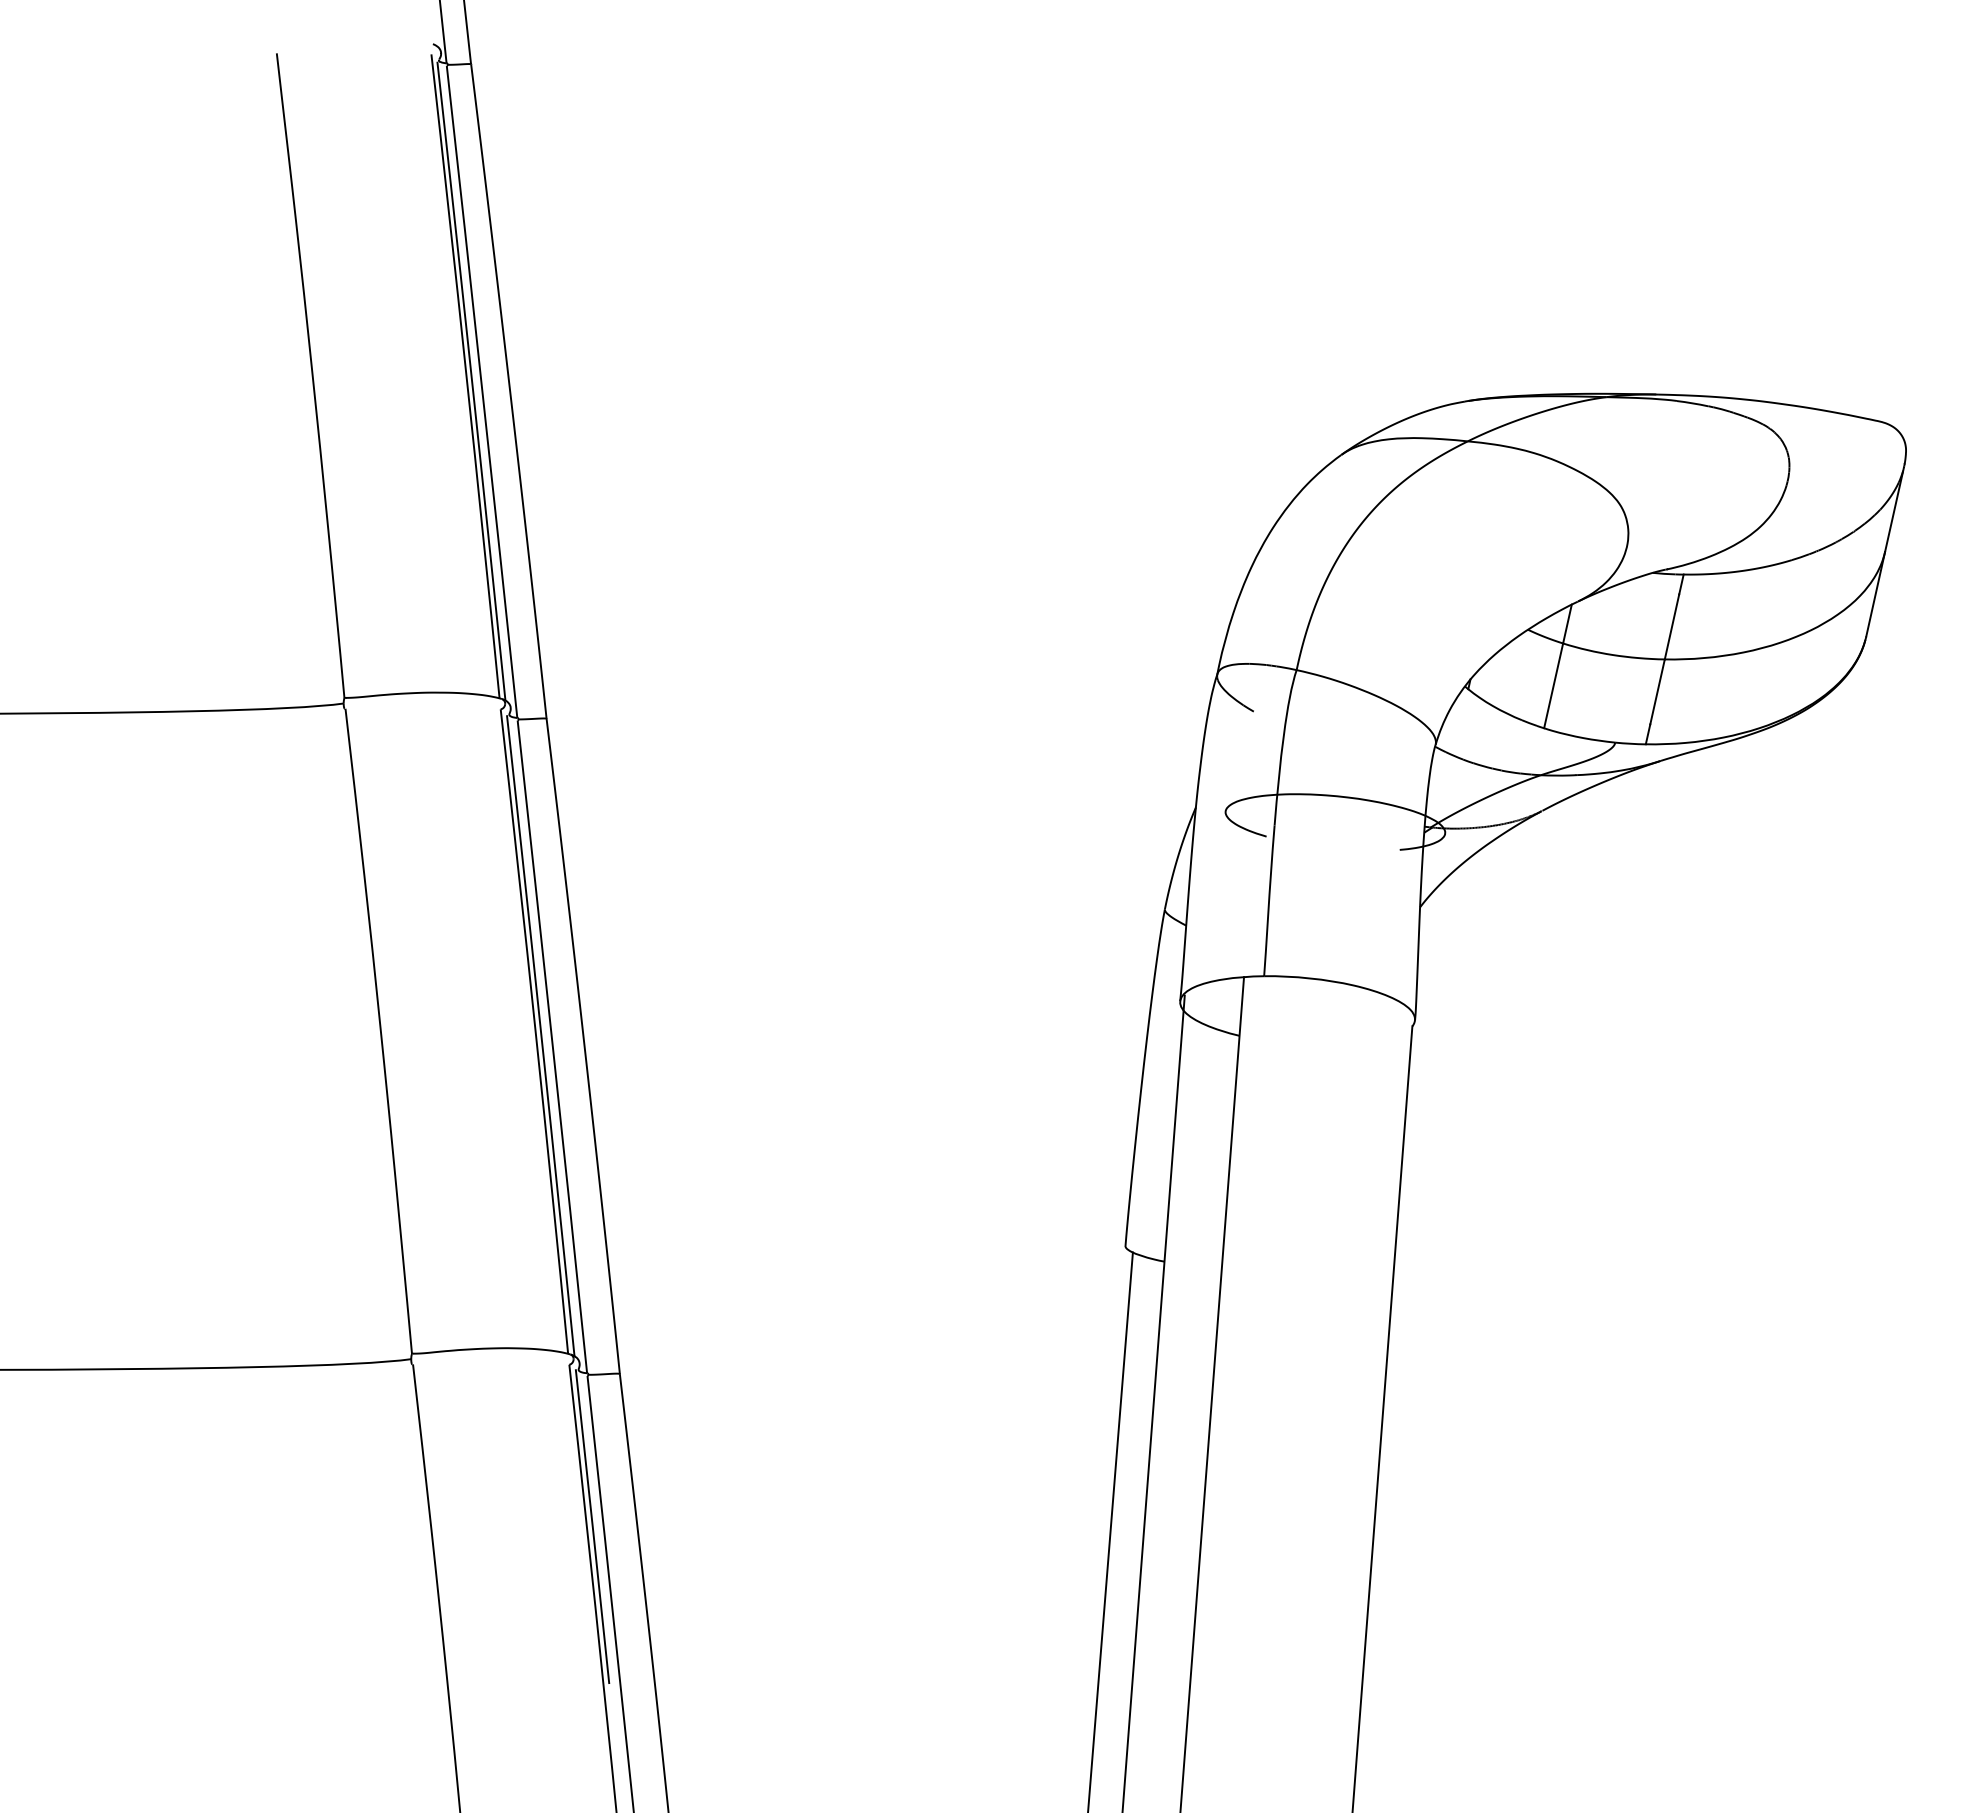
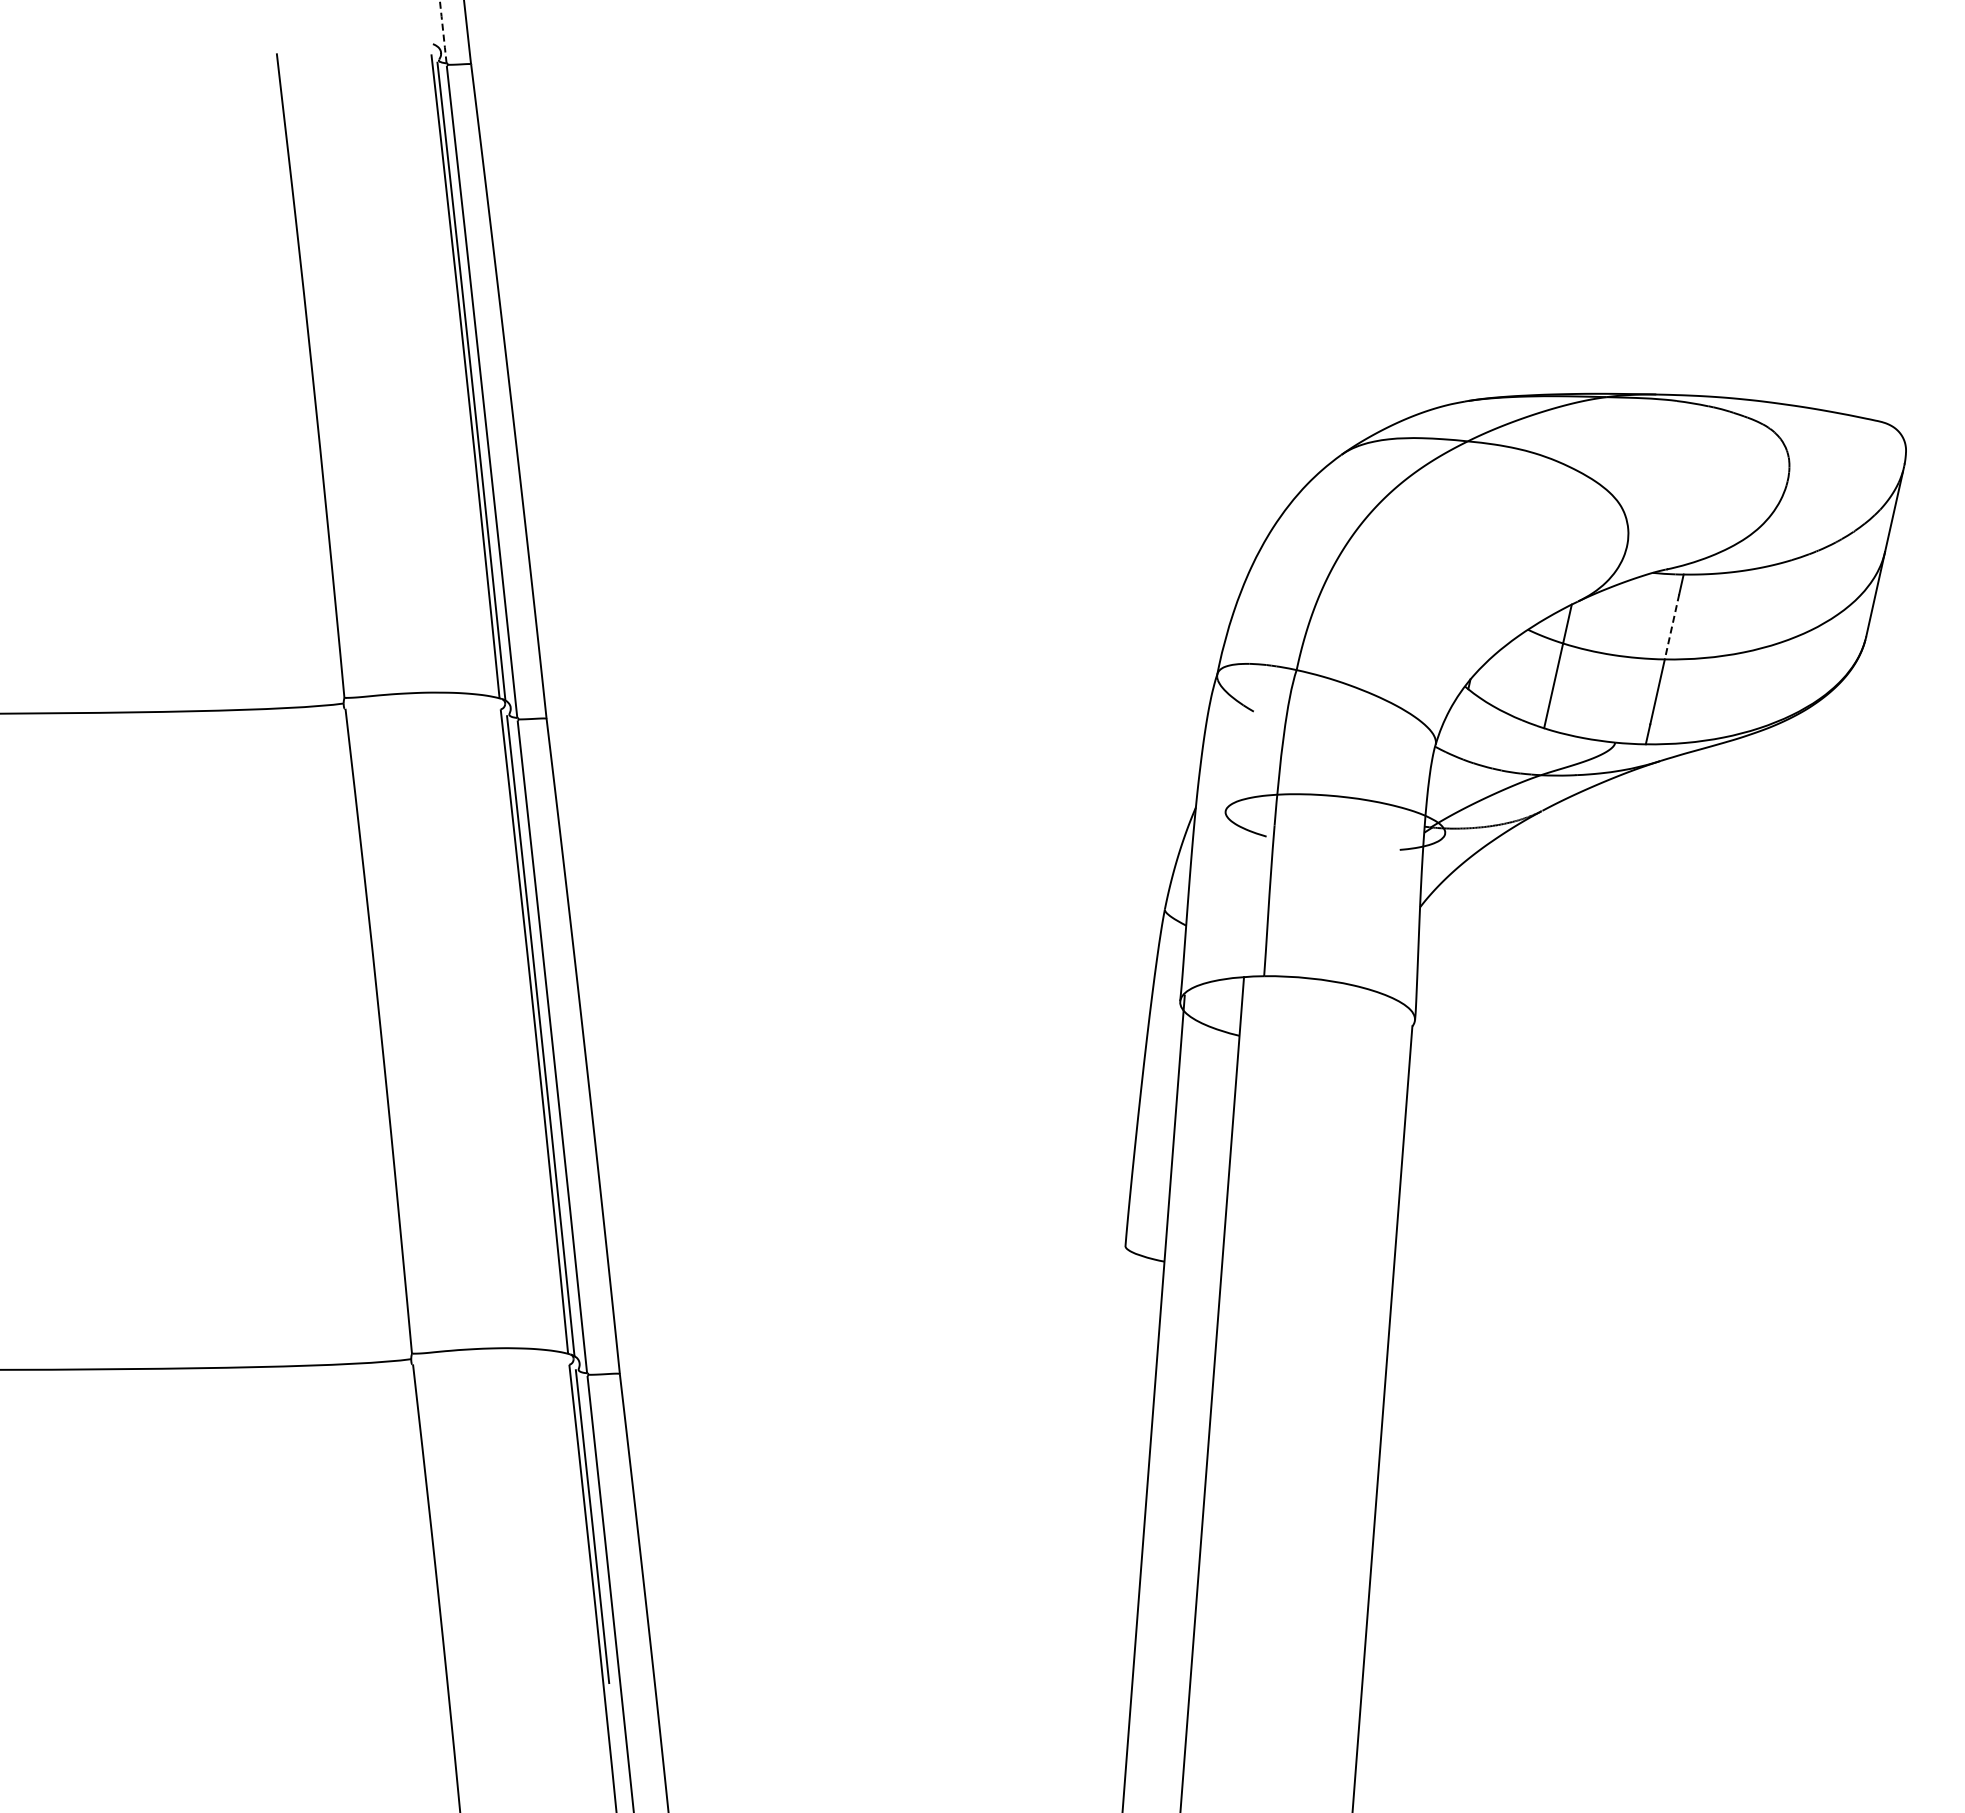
arc at (443, 31): solid -> dashed
line at (1671, 627): solid -> dashed
line at (1110, 1530): present -> none
